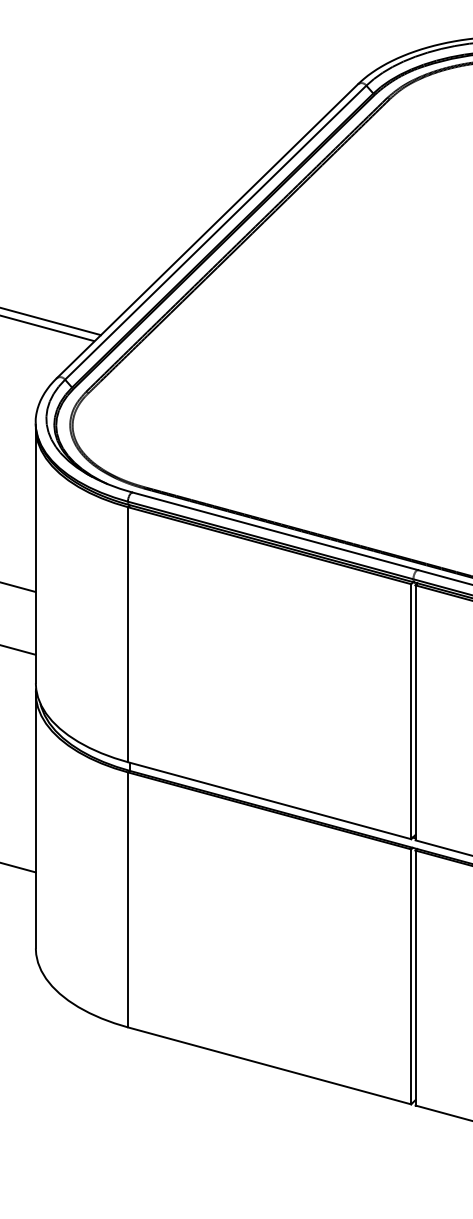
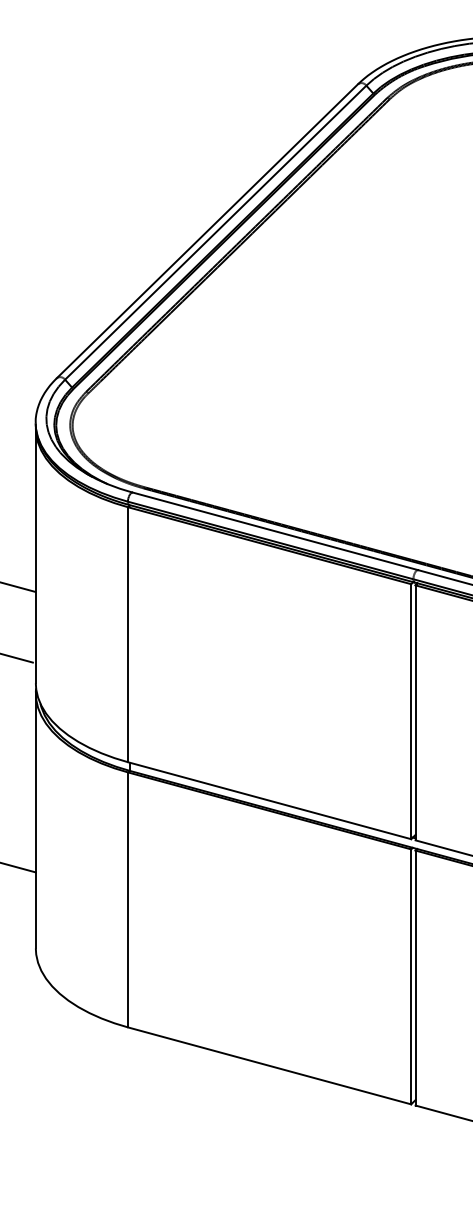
line at (51, 321): present -> none
line at (48, 328): present -> none
line at (18, 649) position: (18, 649) -> (17, 658)
